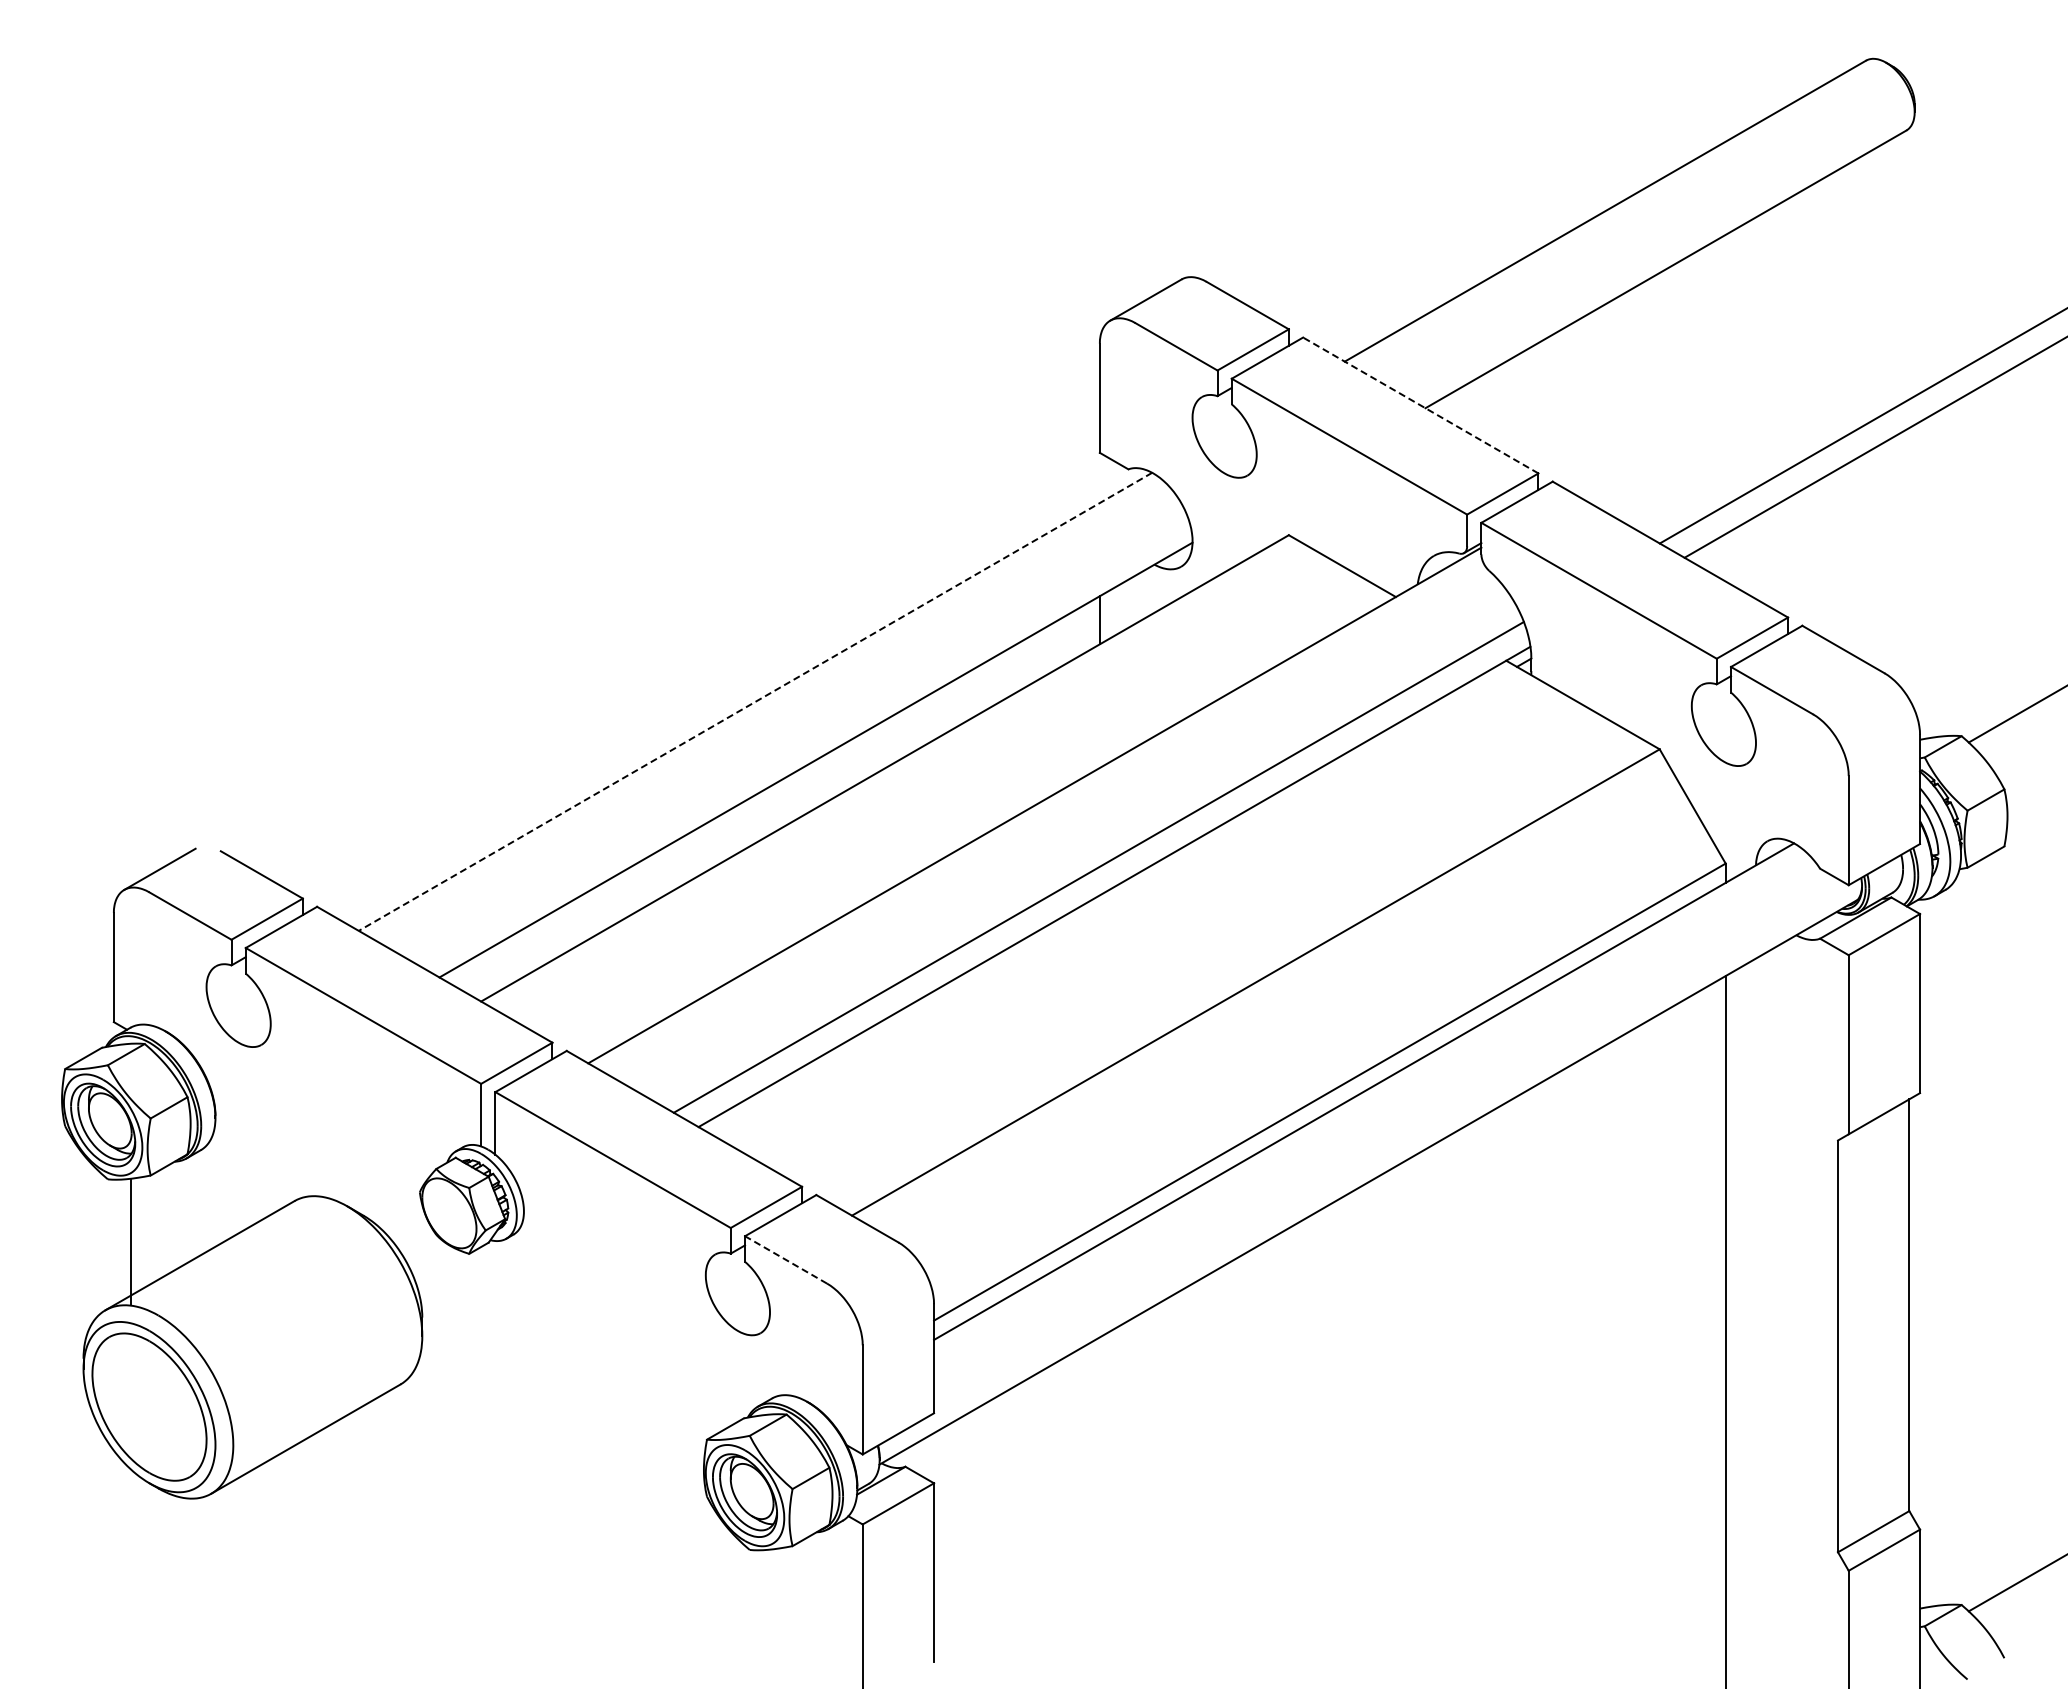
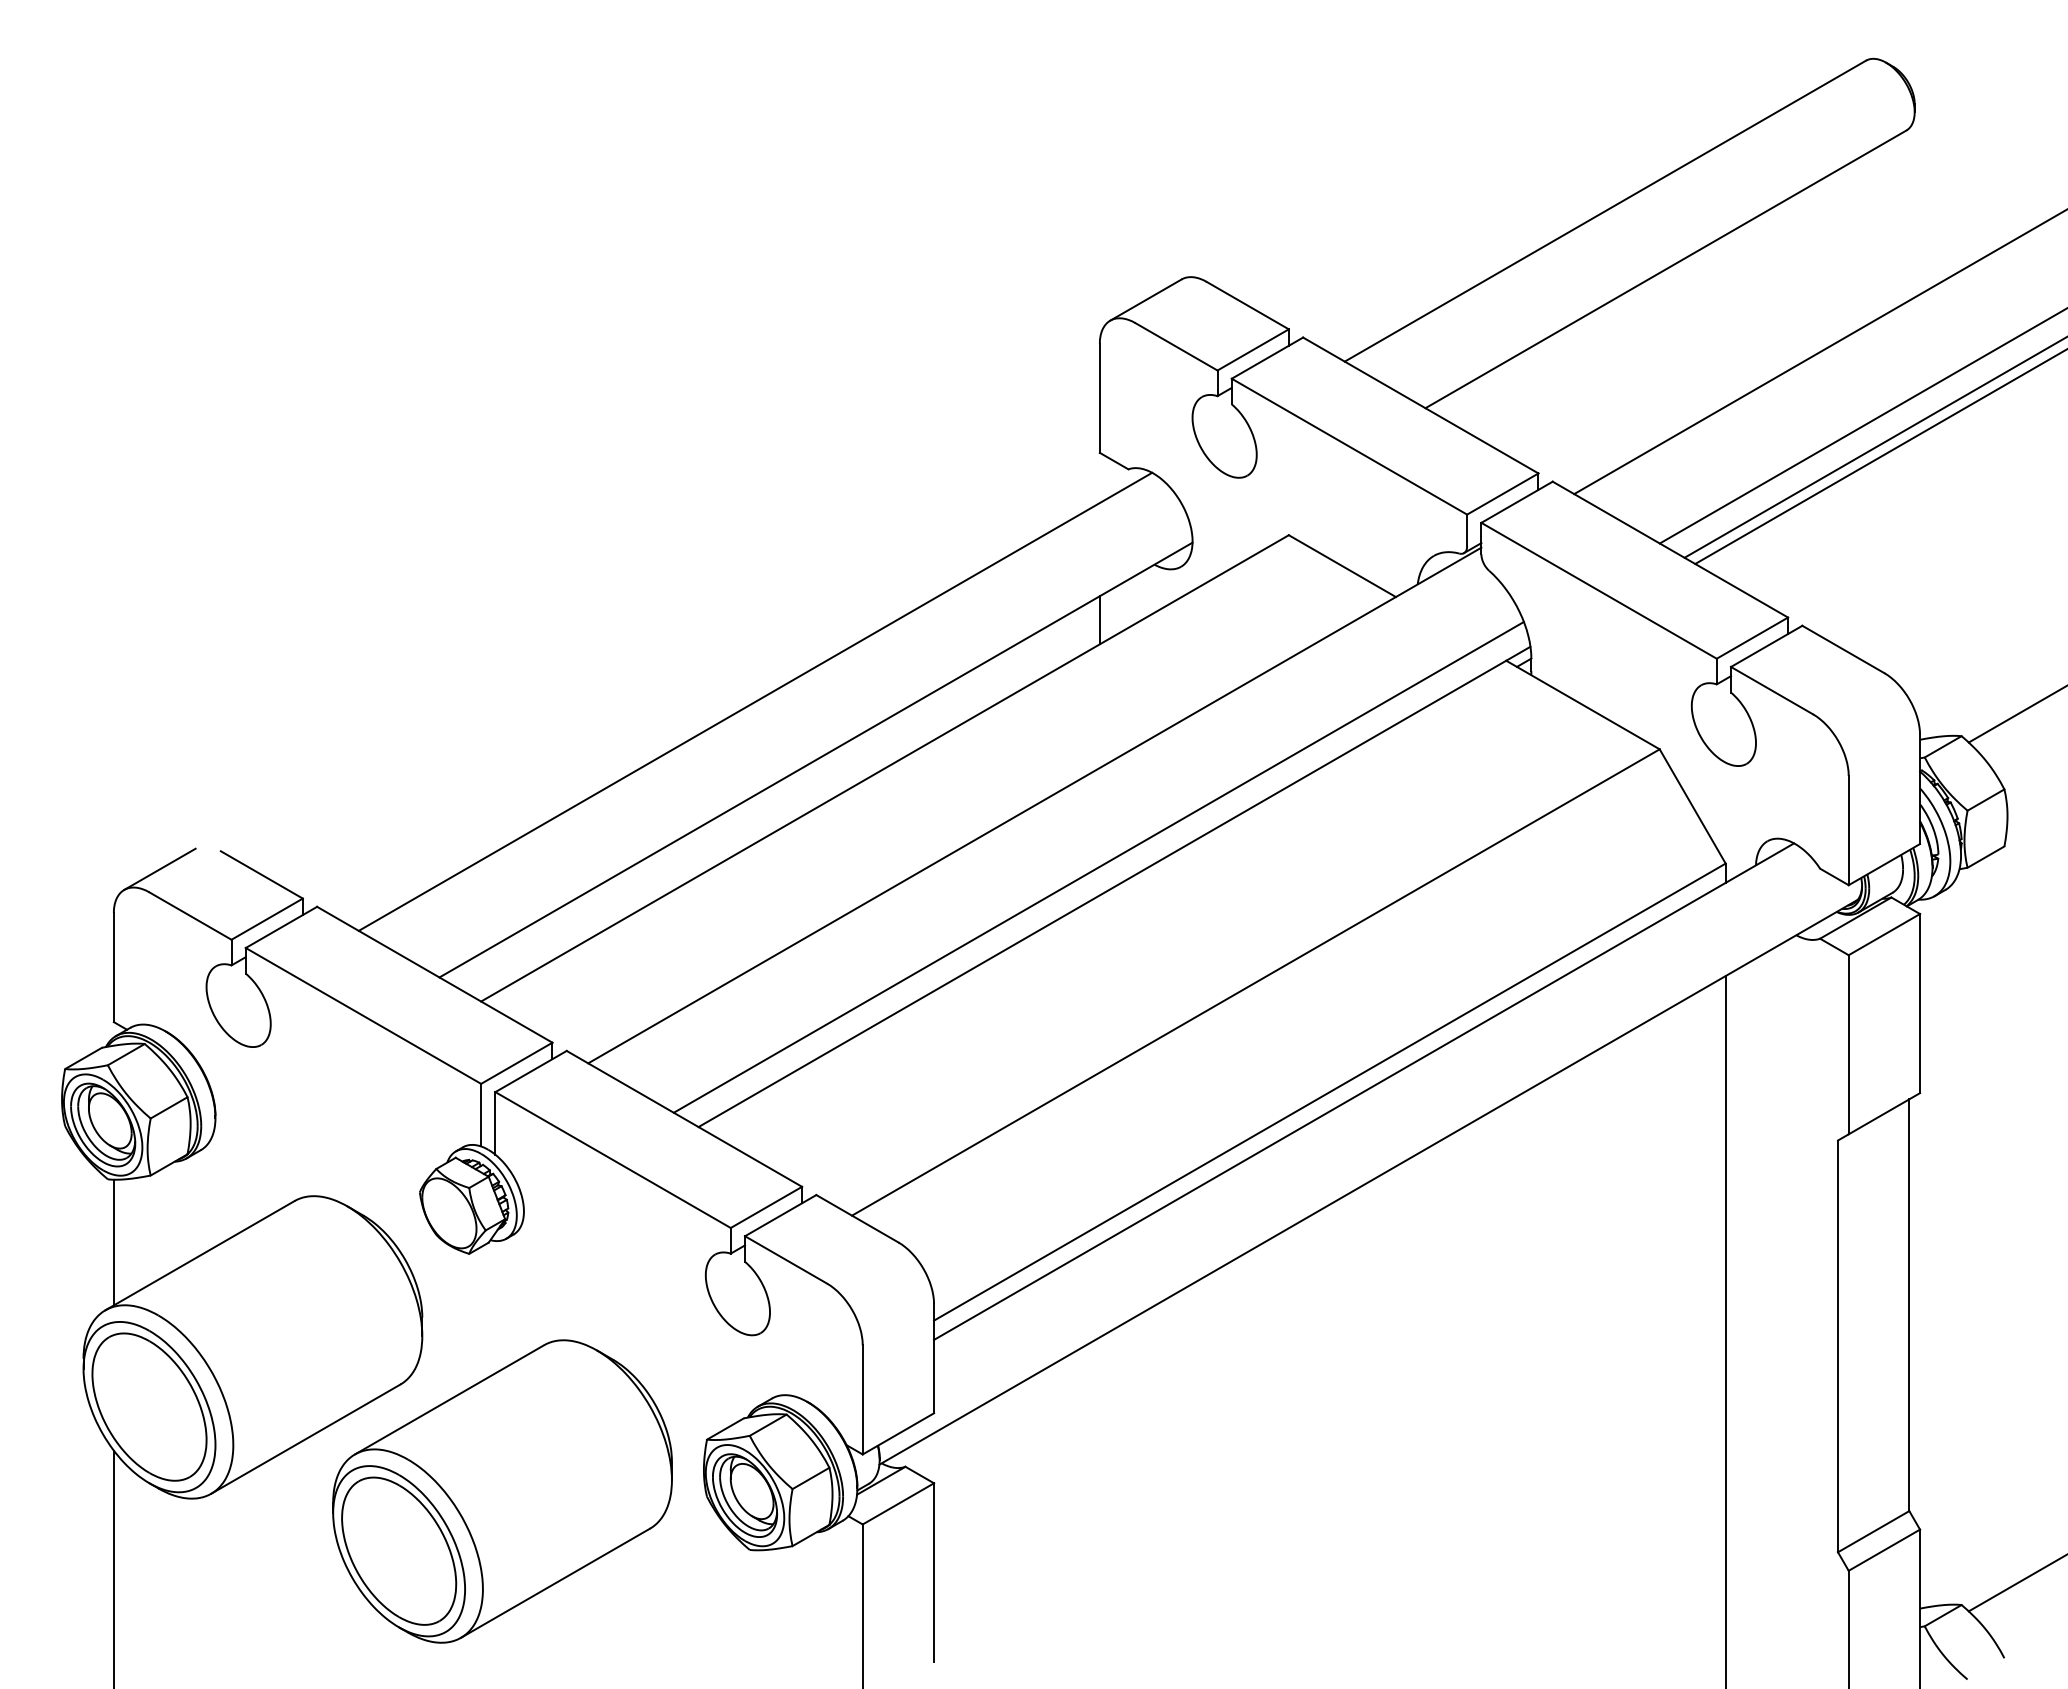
line at (1819, 352): none -> present
line at (1420, 405): dashed -> solid
line at (1879, 456): none -> present
line at (755, 702): dashed -> solid
line at (130, 1242) position: (130, 1242) -> (113, 1242)
line at (785, 1259): dashed -> solid
part at (502, 1491): none -> present
line at (113, 1567): none -> present
